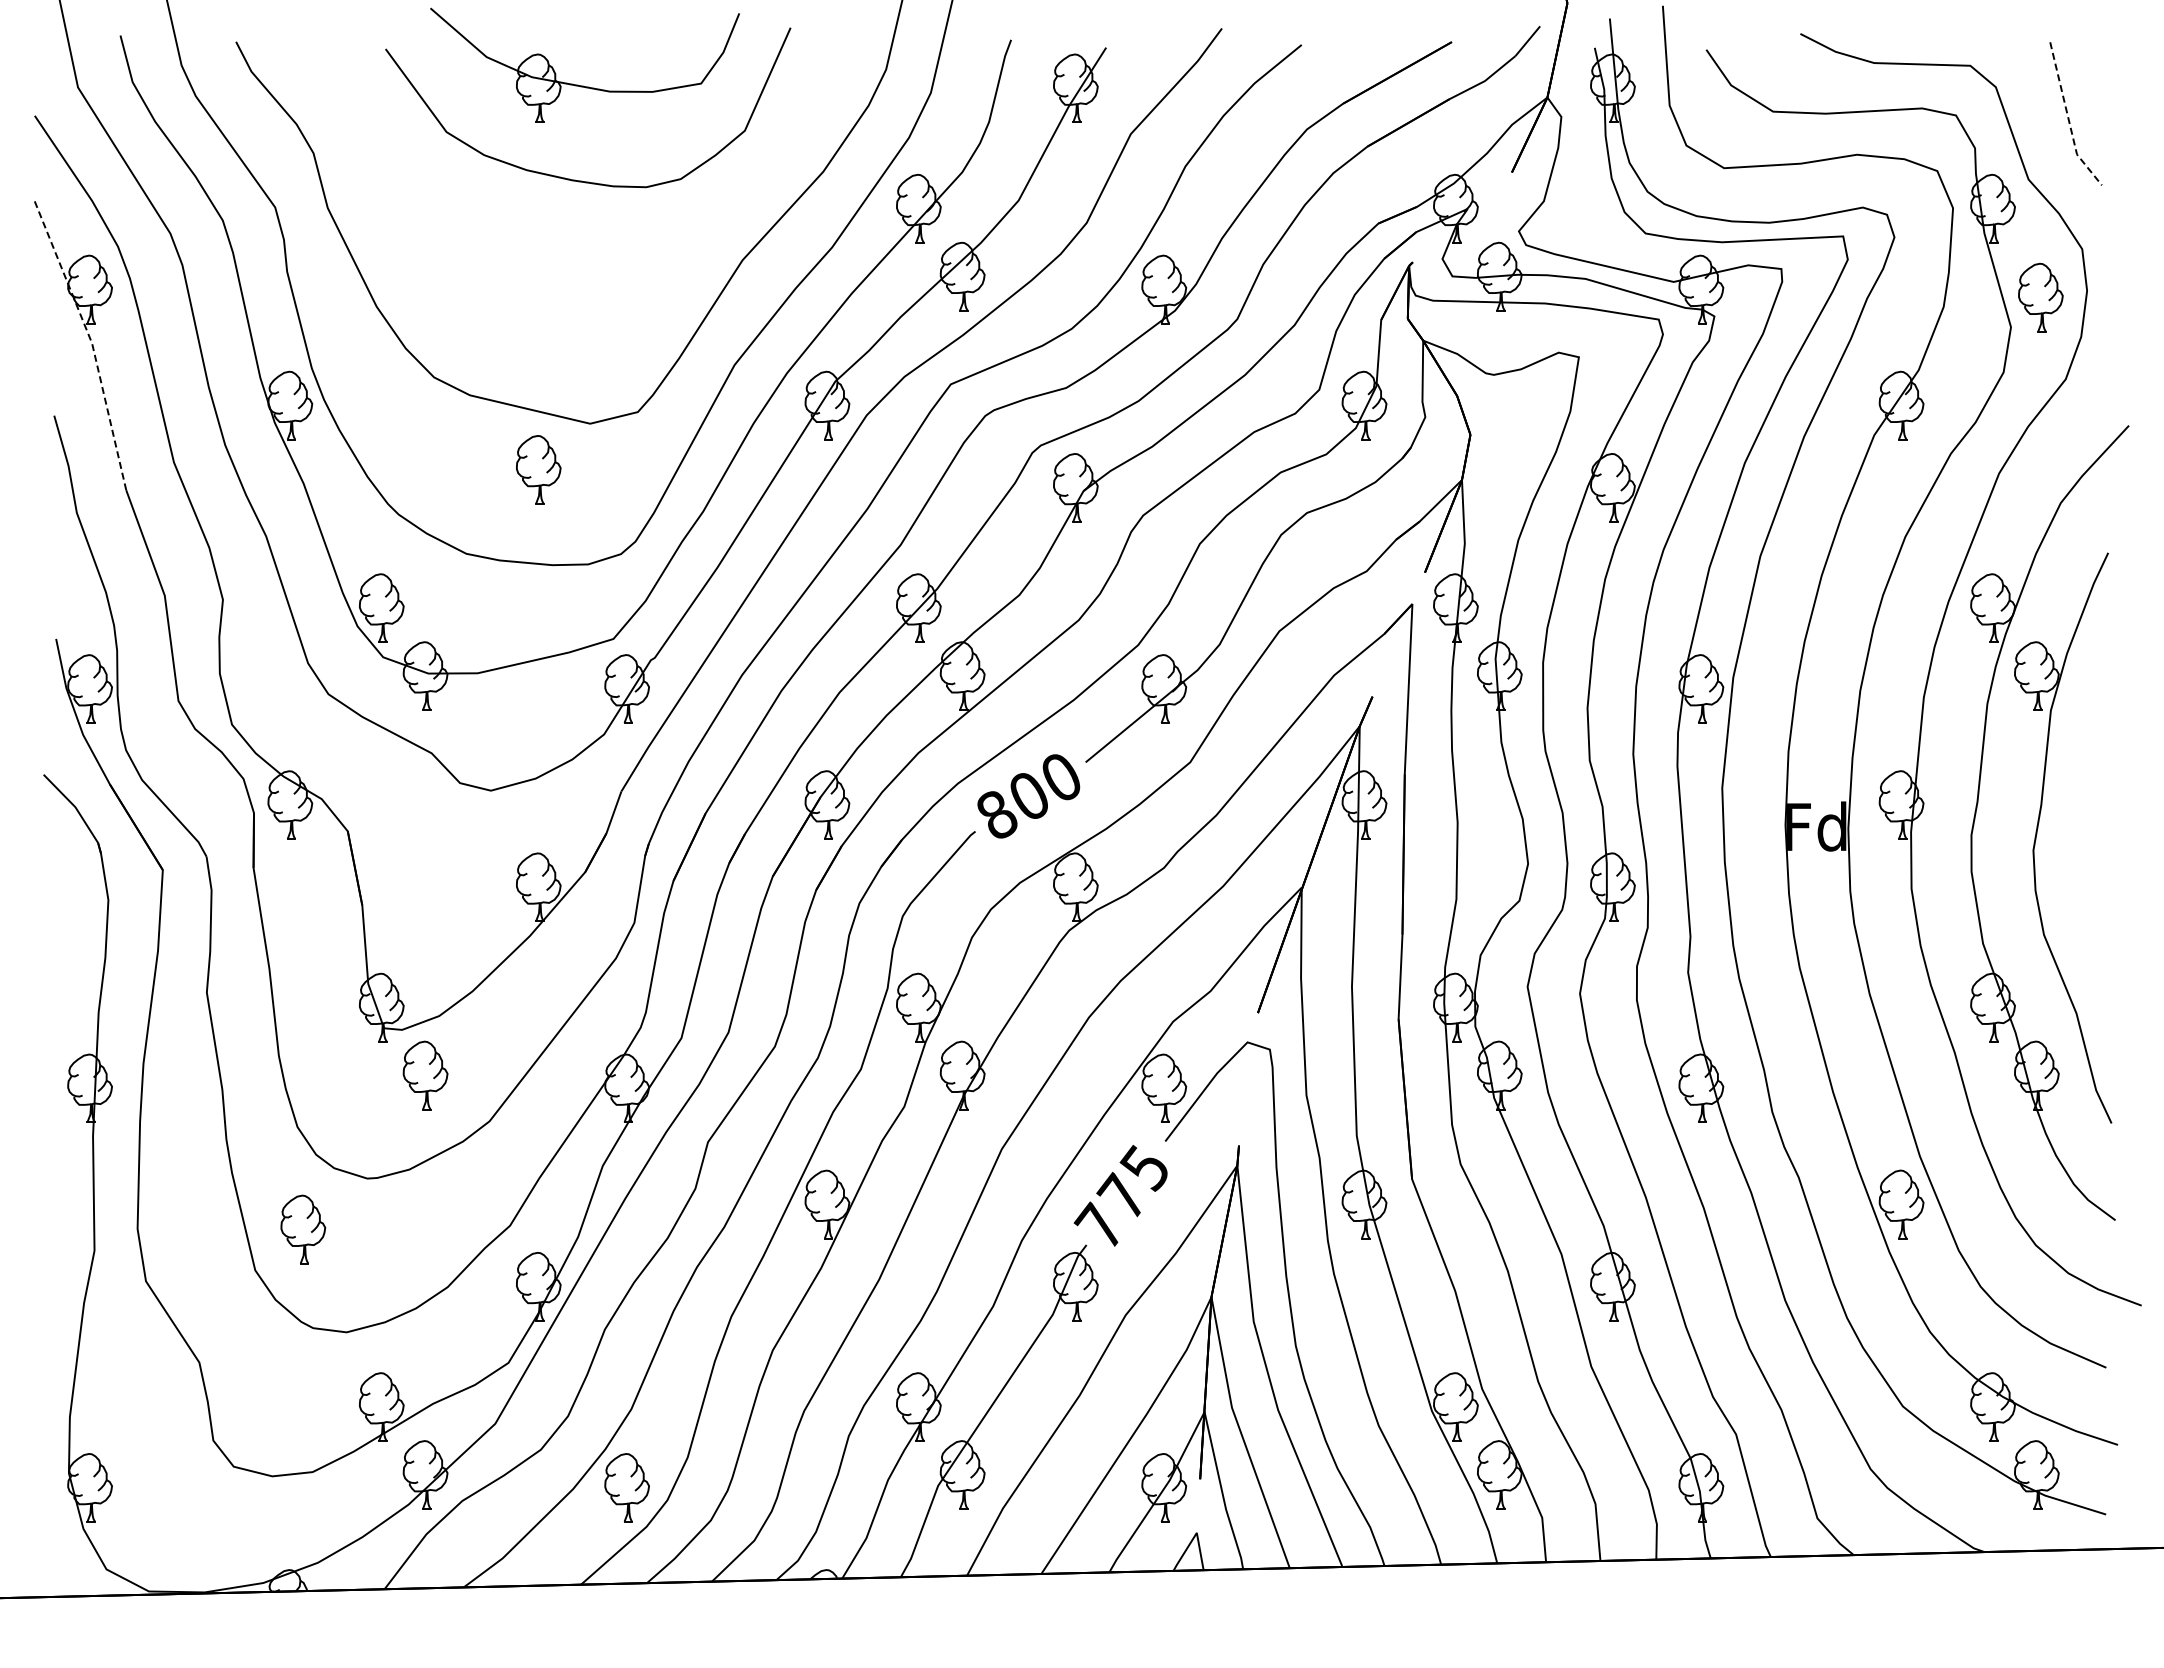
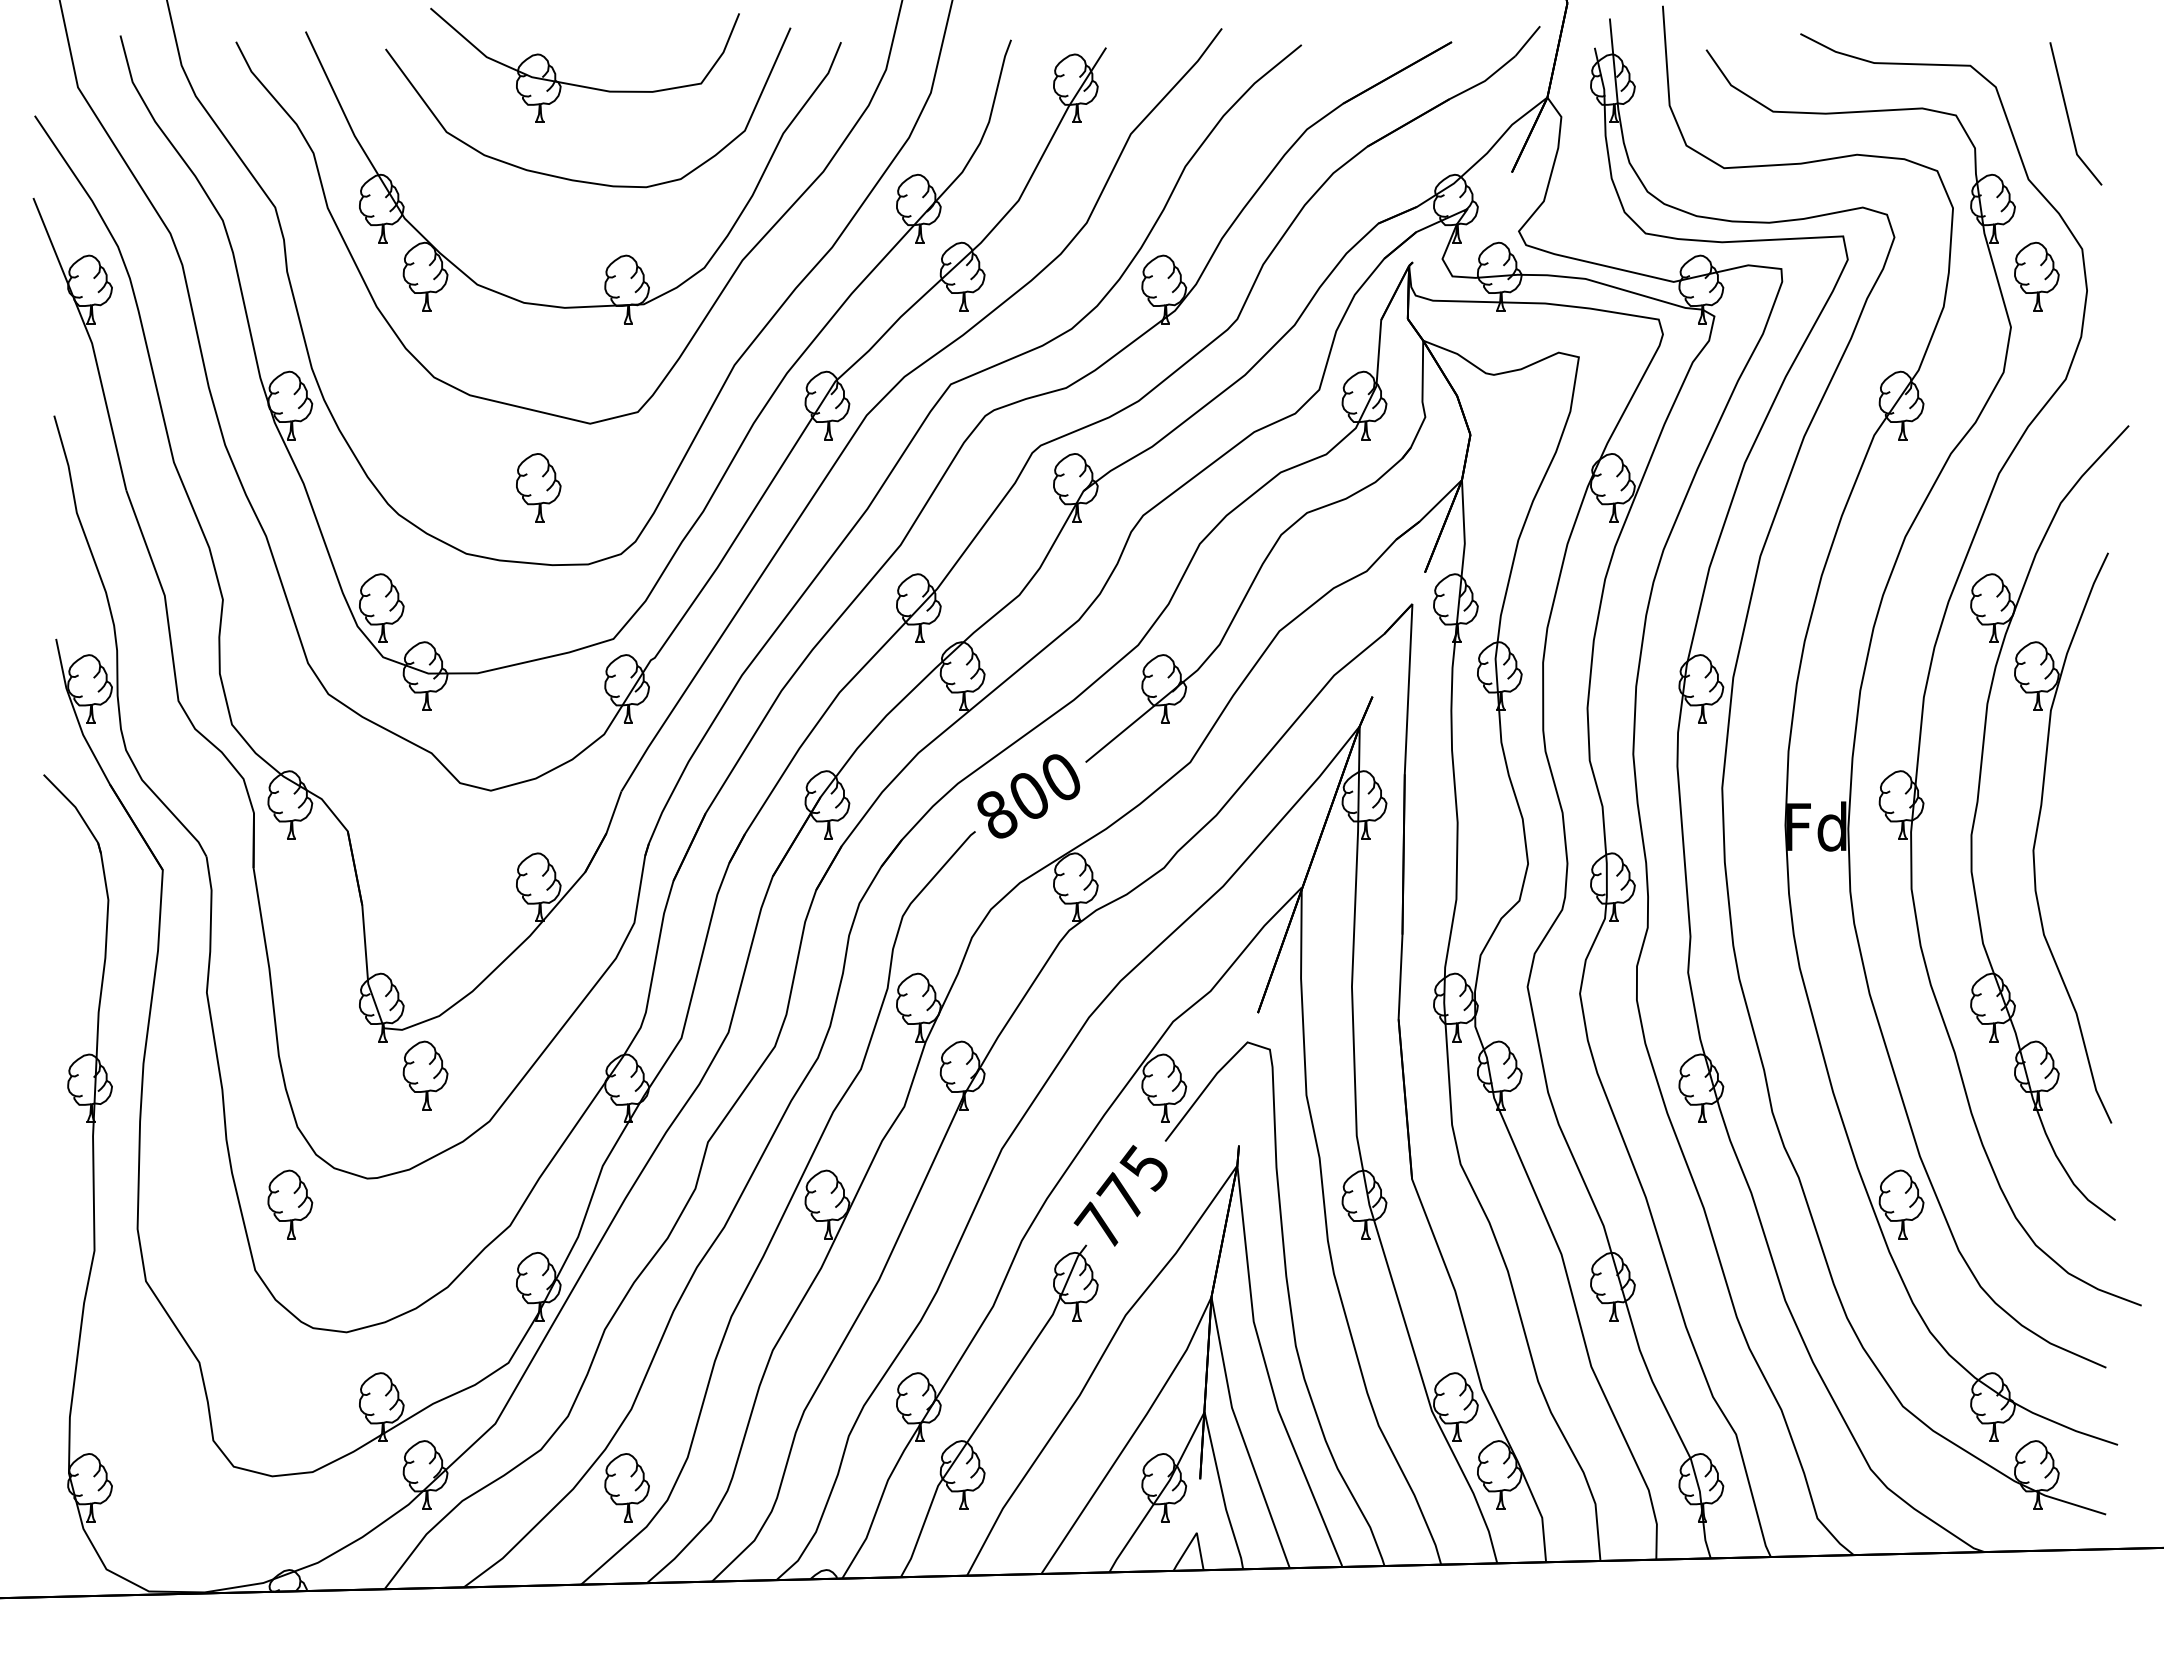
line at (2068, 118): dashed -> solid
part at (617, 257): none -> present
part at (2040, 297) position: (2040, 297) -> (2036, 276)
line at (90, 340): dashed -> solid
part at (538, 469) position: (538, 469) -> (538, 487)
part at (303, 1229) position: (303, 1229) -> (290, 1204)
